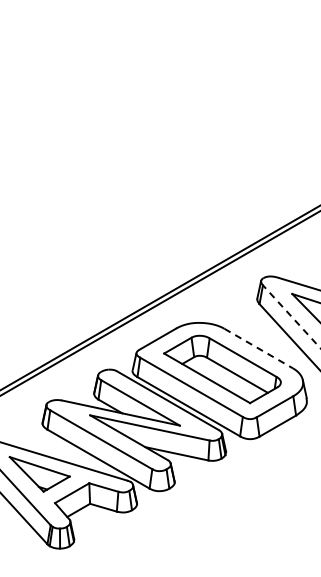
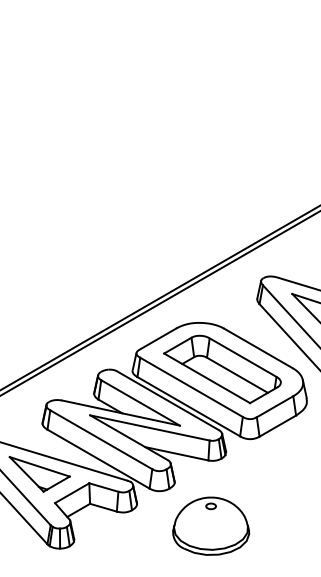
line at (291, 316): dashed -> solid
line at (258, 348): dashed -> solid
part at (211, 525): none -> present
